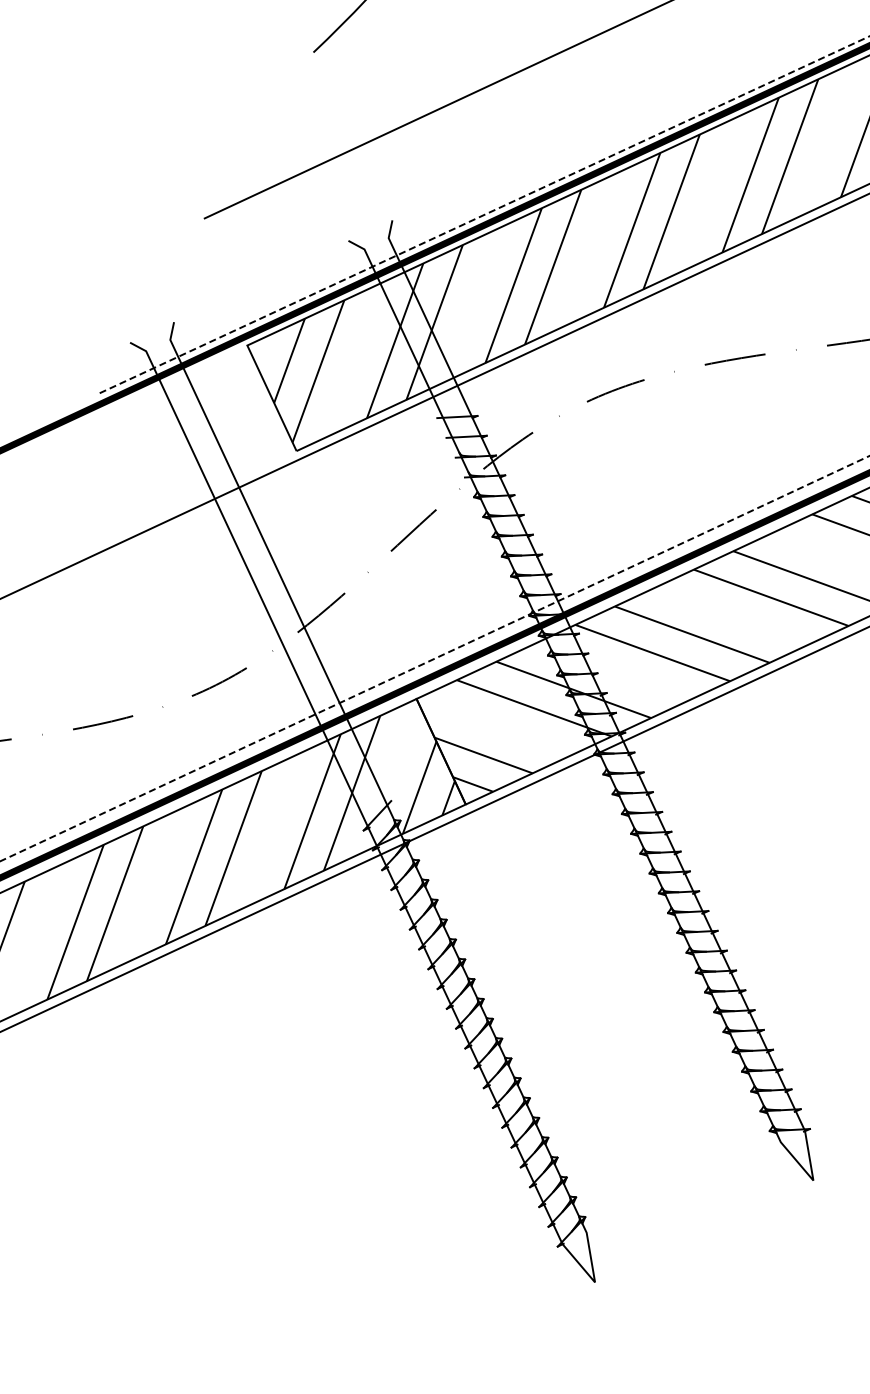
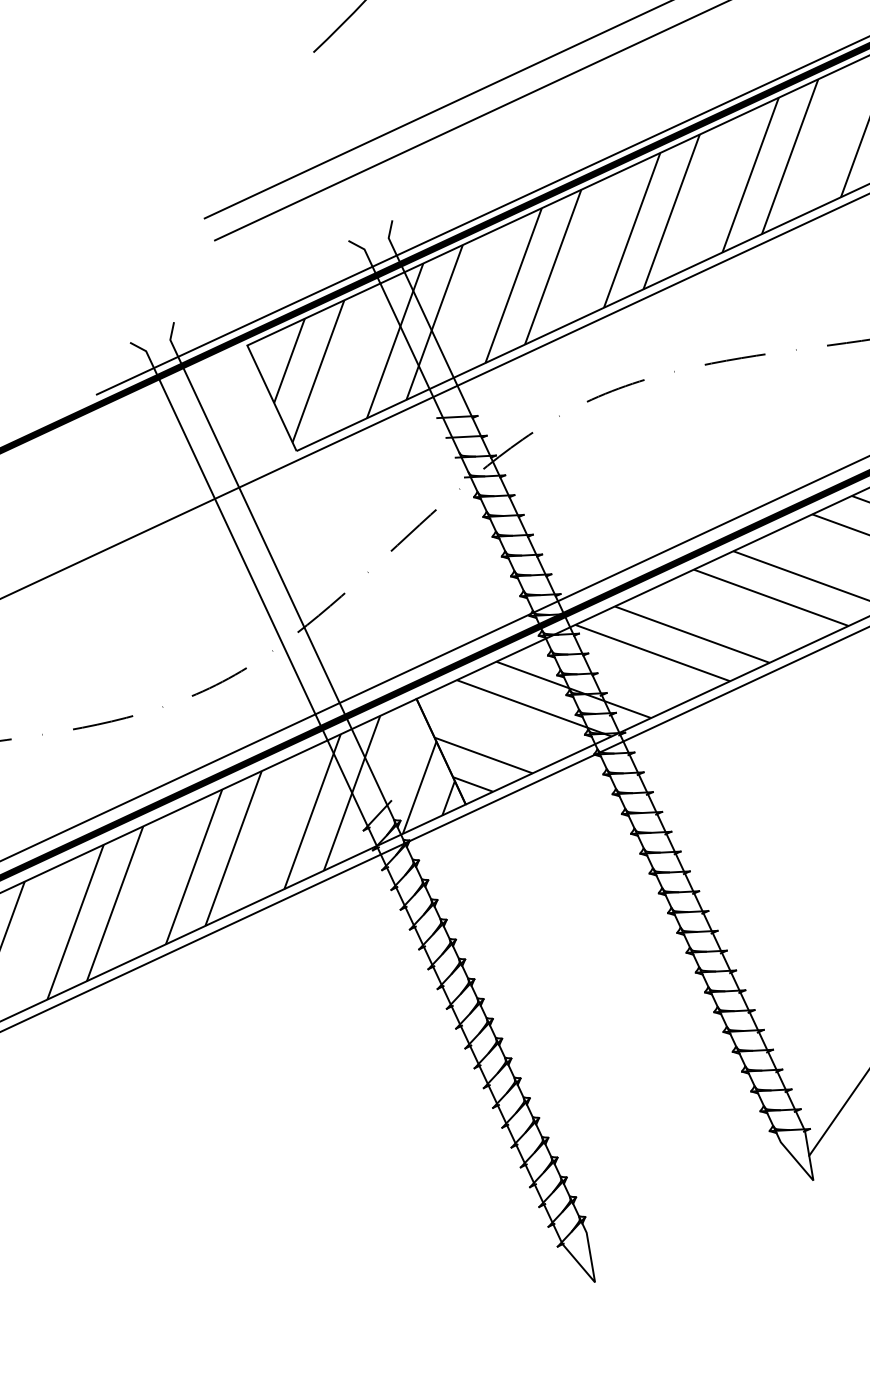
line at (470, 121): none -> present
line at (483, 215): dashed -> solid
line at (434, 658): dashed -> solid
line at (837, 1114): none -> present
